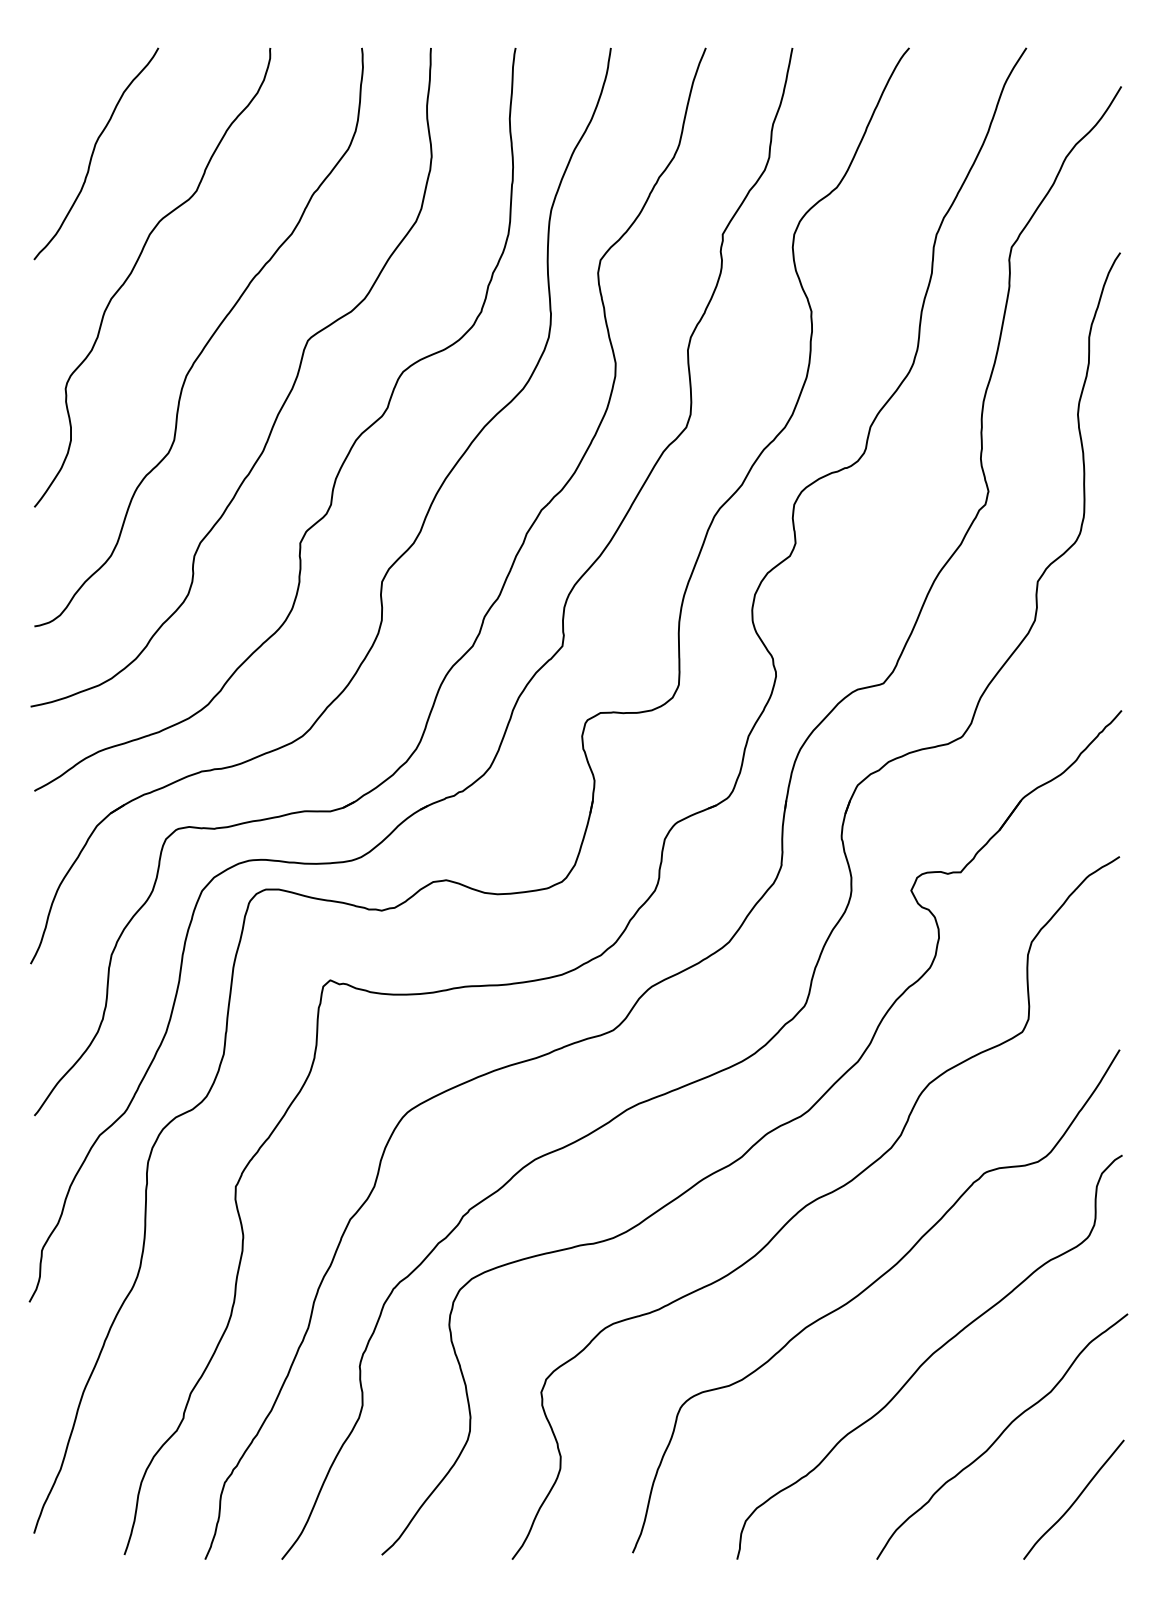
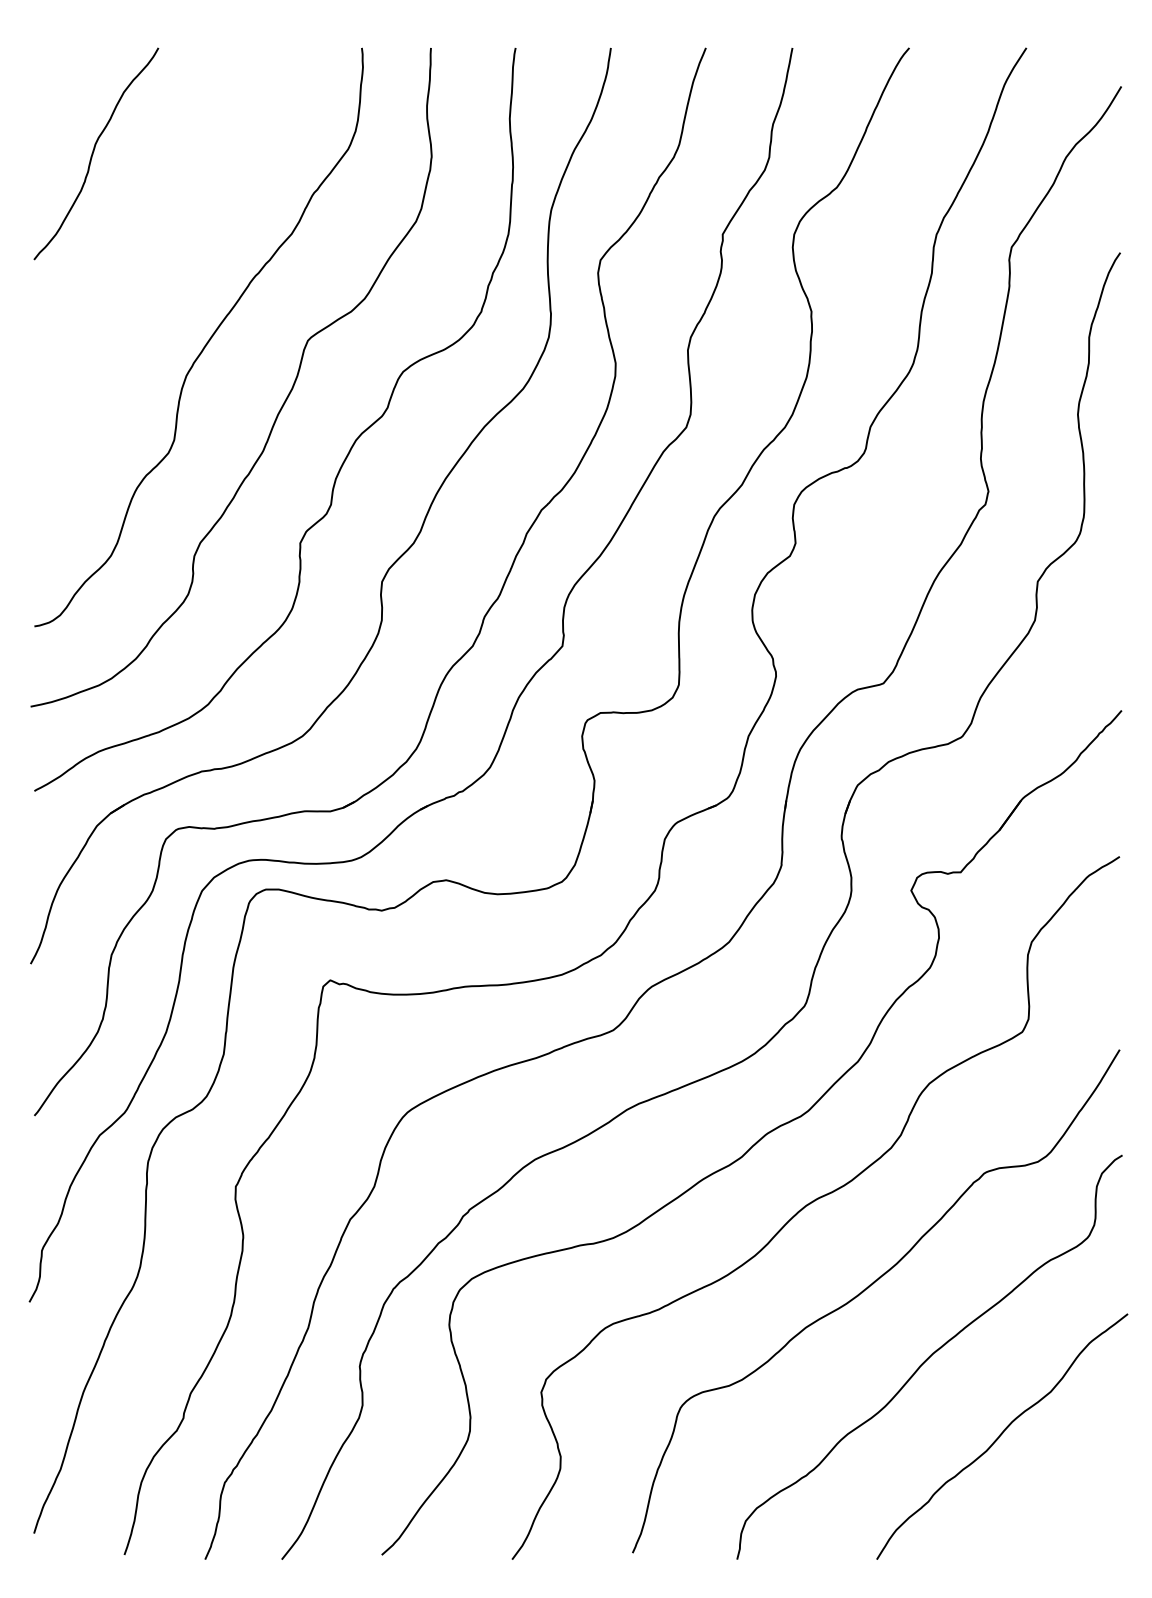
curve at (134, 268): present -> none
curve at (1074, 1500): present -> none
